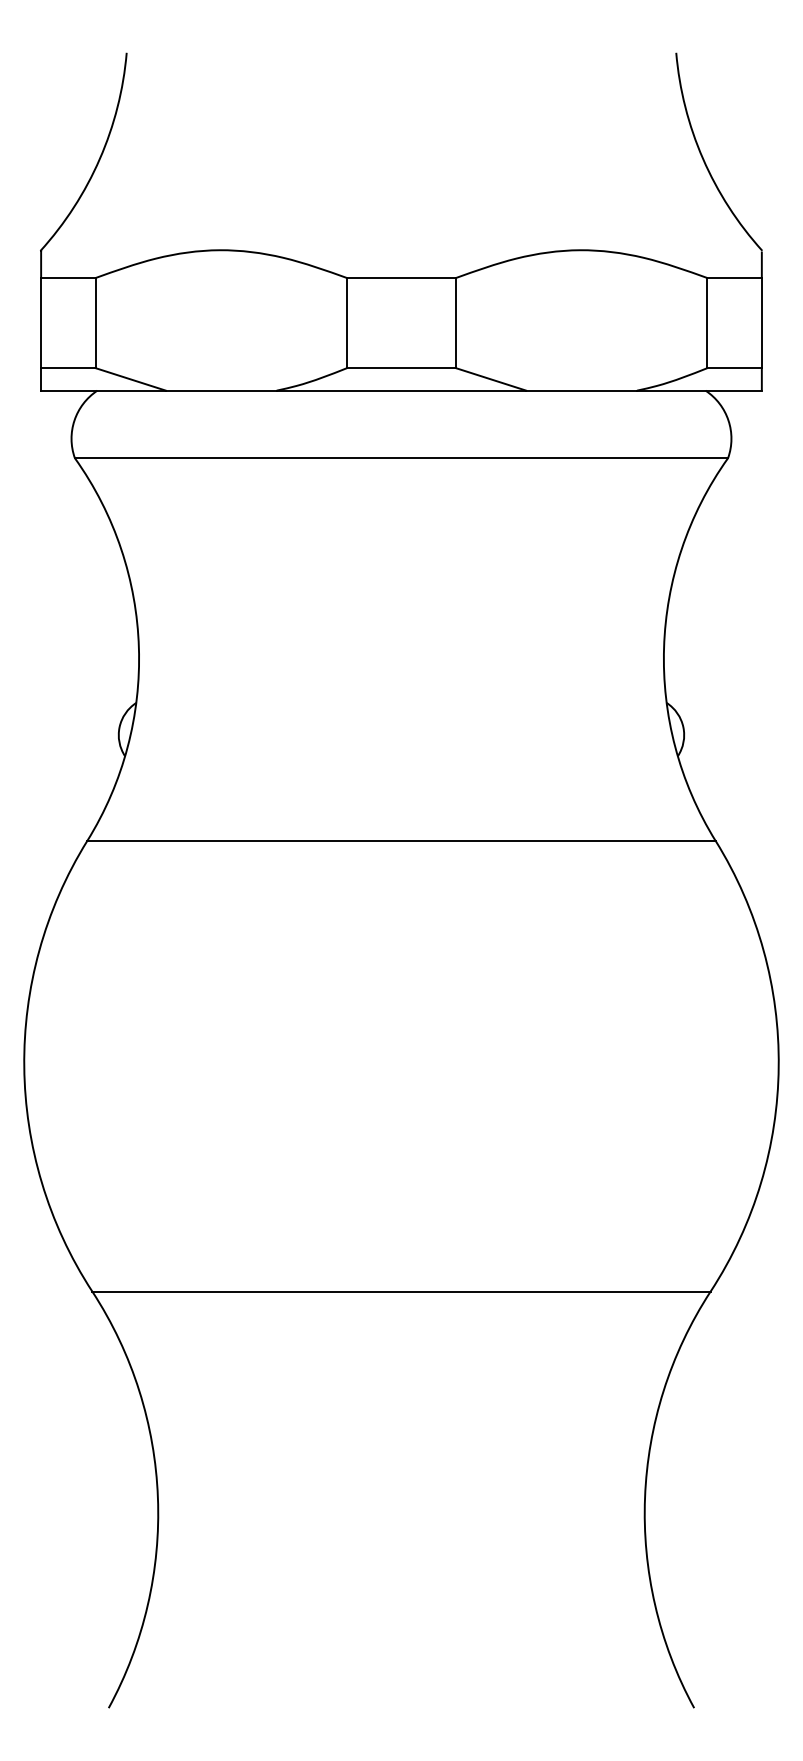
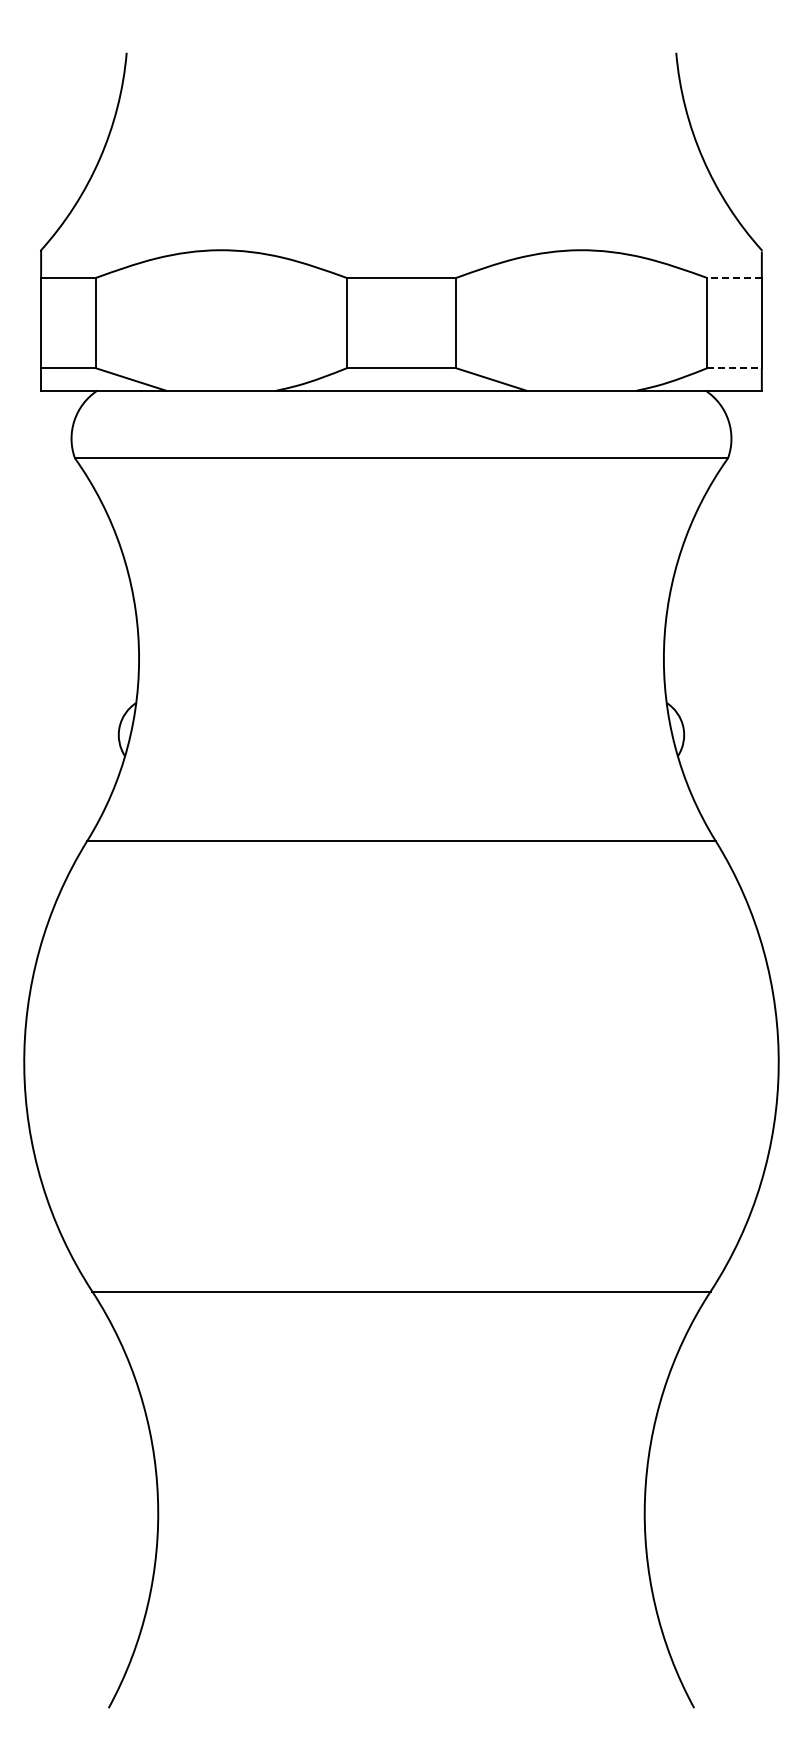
line at (734, 278): solid -> dashed
line at (735, 368): solid -> dashed
